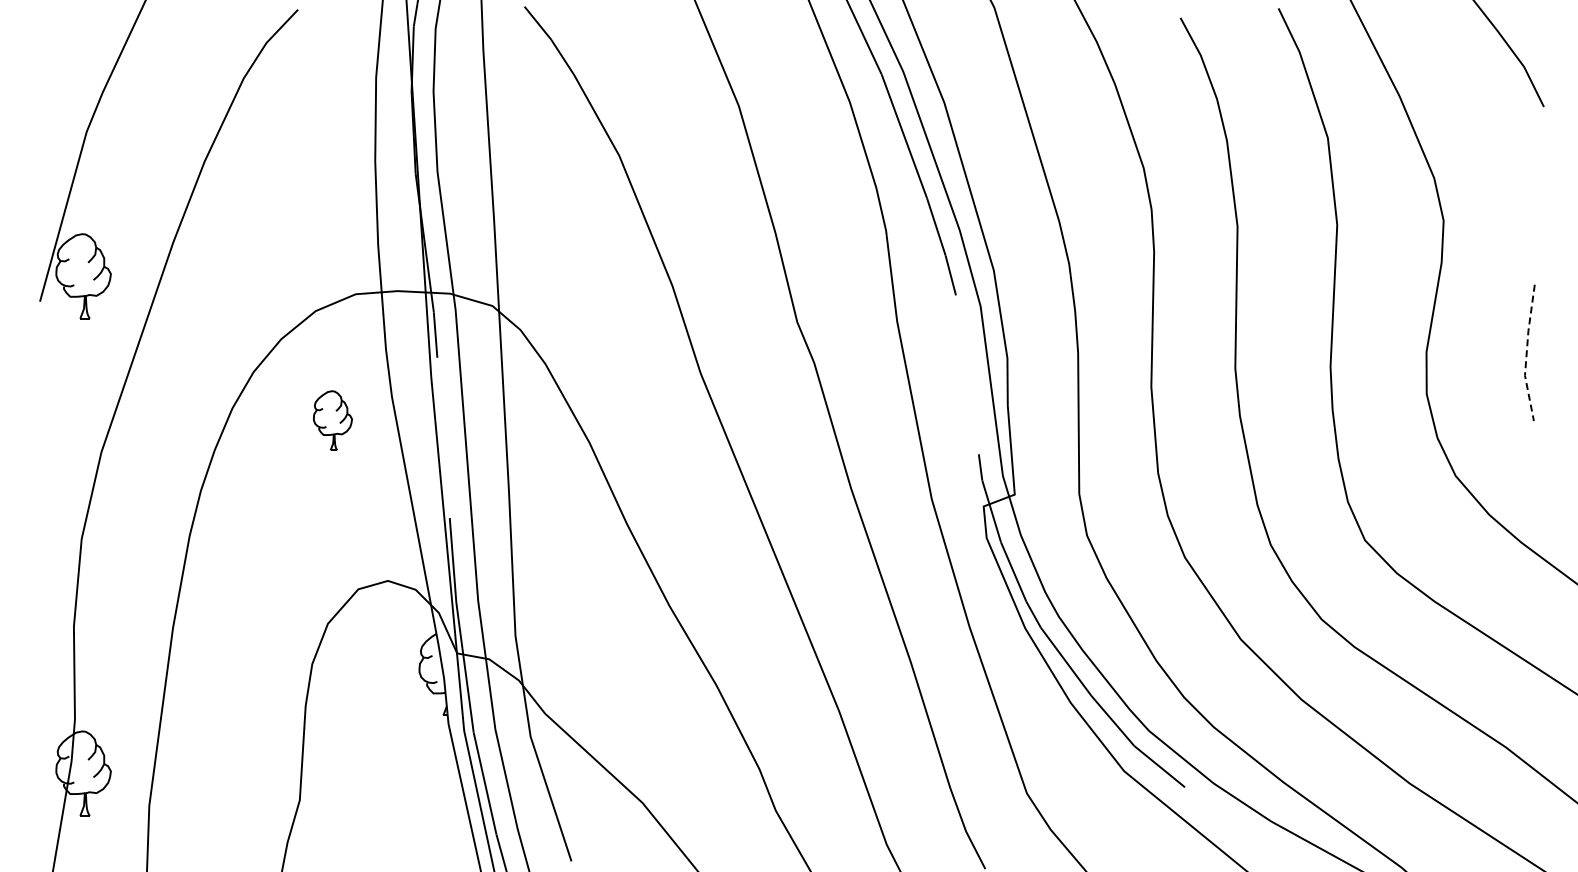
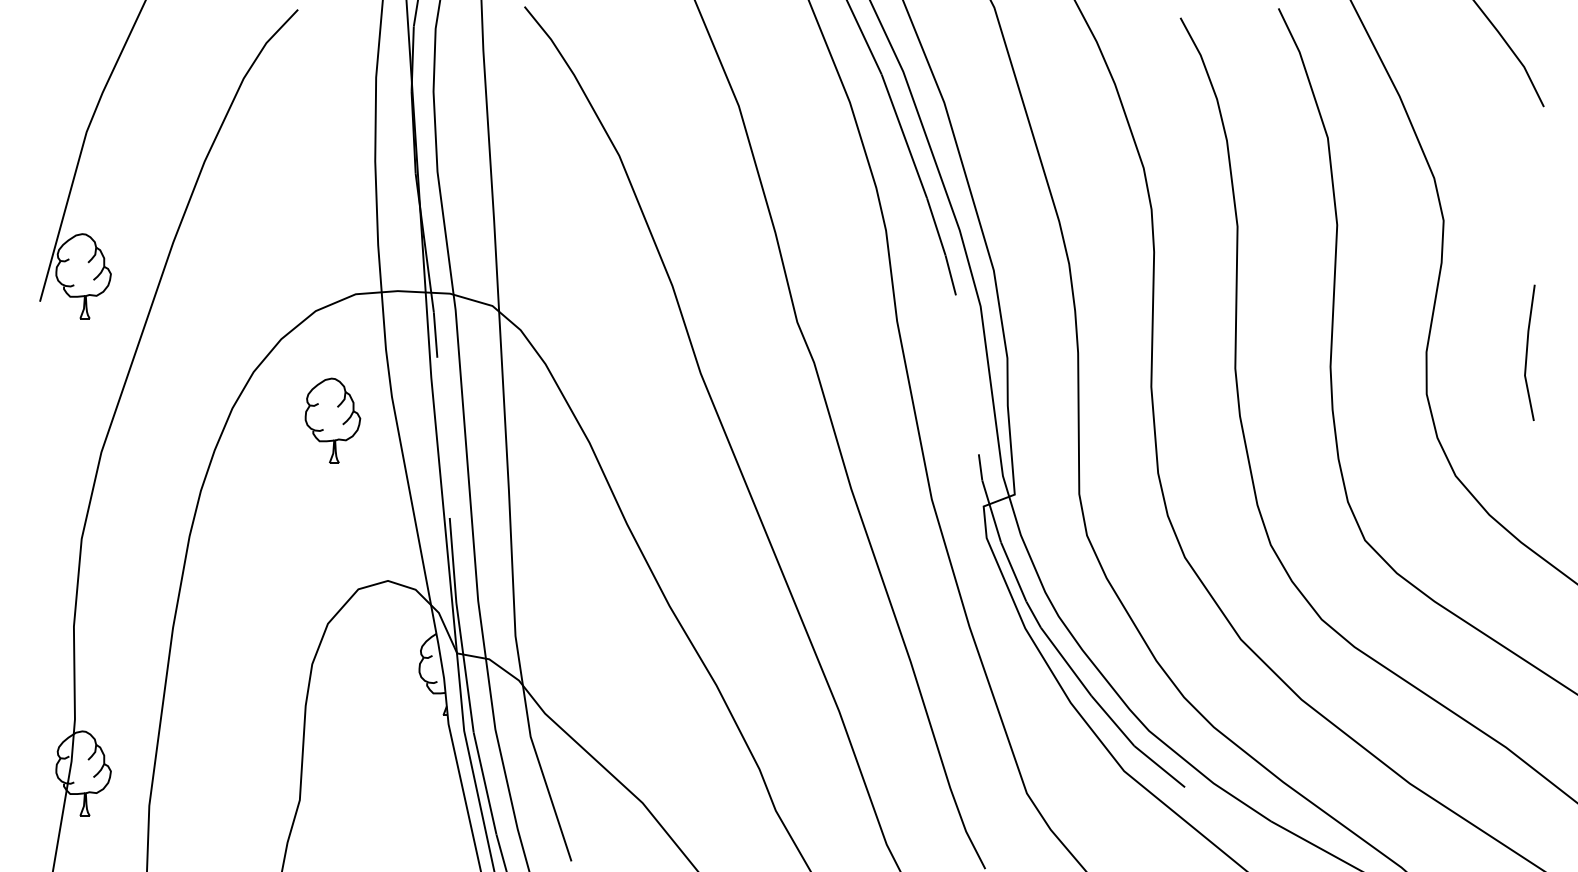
line at (1526, 353): dashed -> solid
part at (332, 420) size: 40x61 px -> 58x87 px
